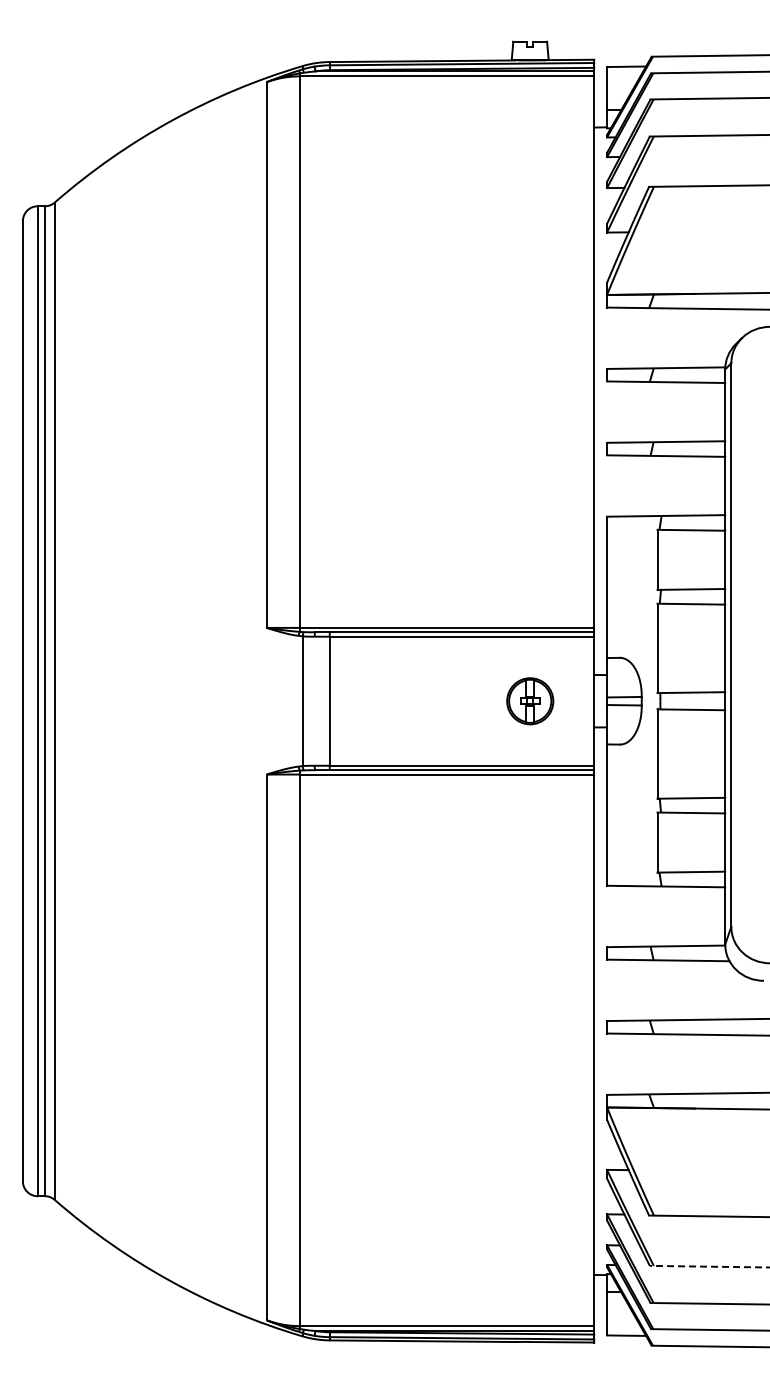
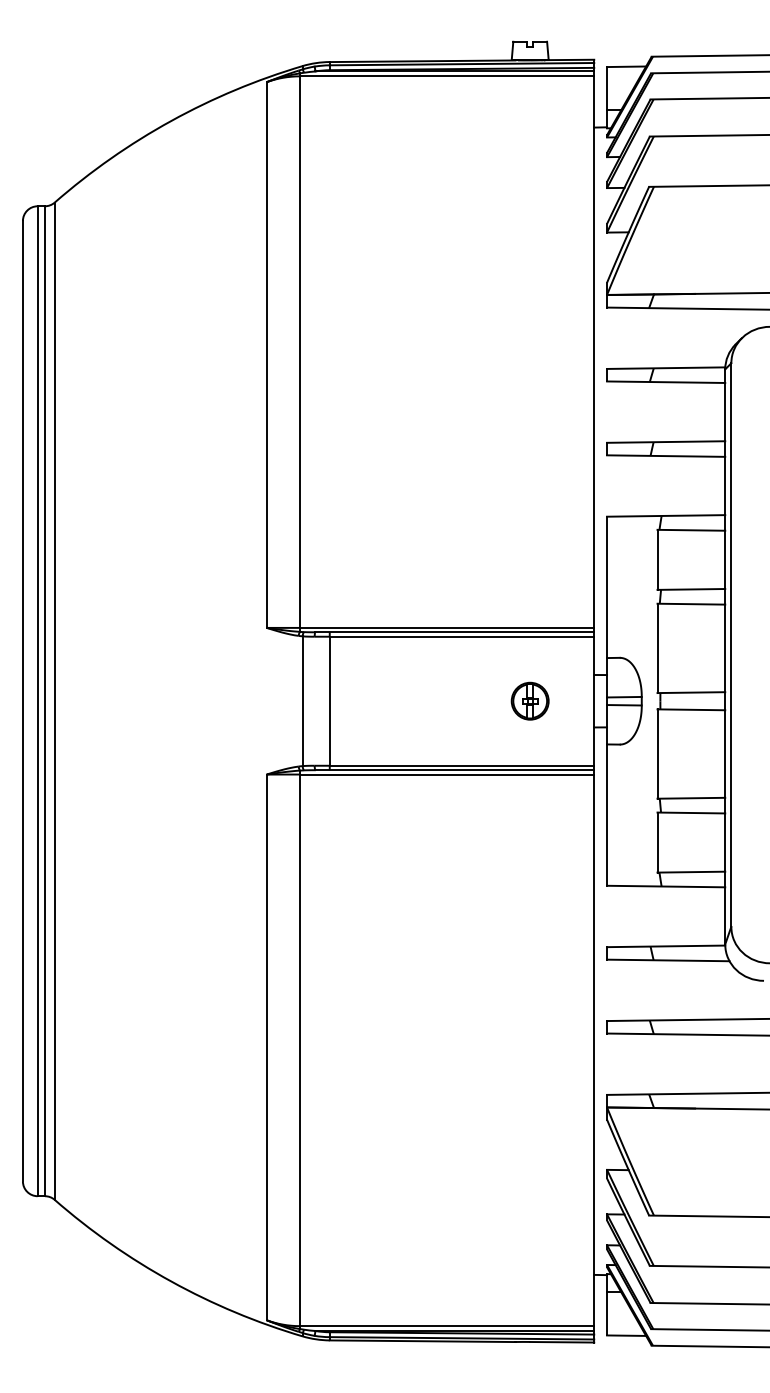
part at (530, 701) size: 49x49 px -> 40x40 px
line at (709, 1266): dashed -> solid
